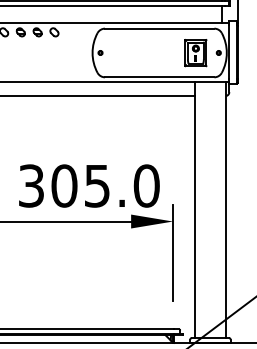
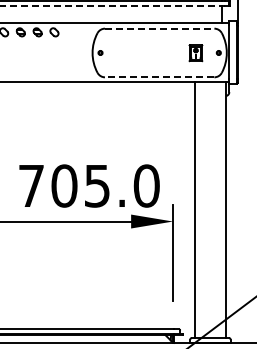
line at (113, 5): solid -> dashed
line at (159, 28): solid -> dashed
part at (195, 53) size: 24x29 px -> 16x19 px
line at (159, 77): solid -> dashed
line at (98, 96): present -> none
text at (31, 185): 305.0 -> 705.0
